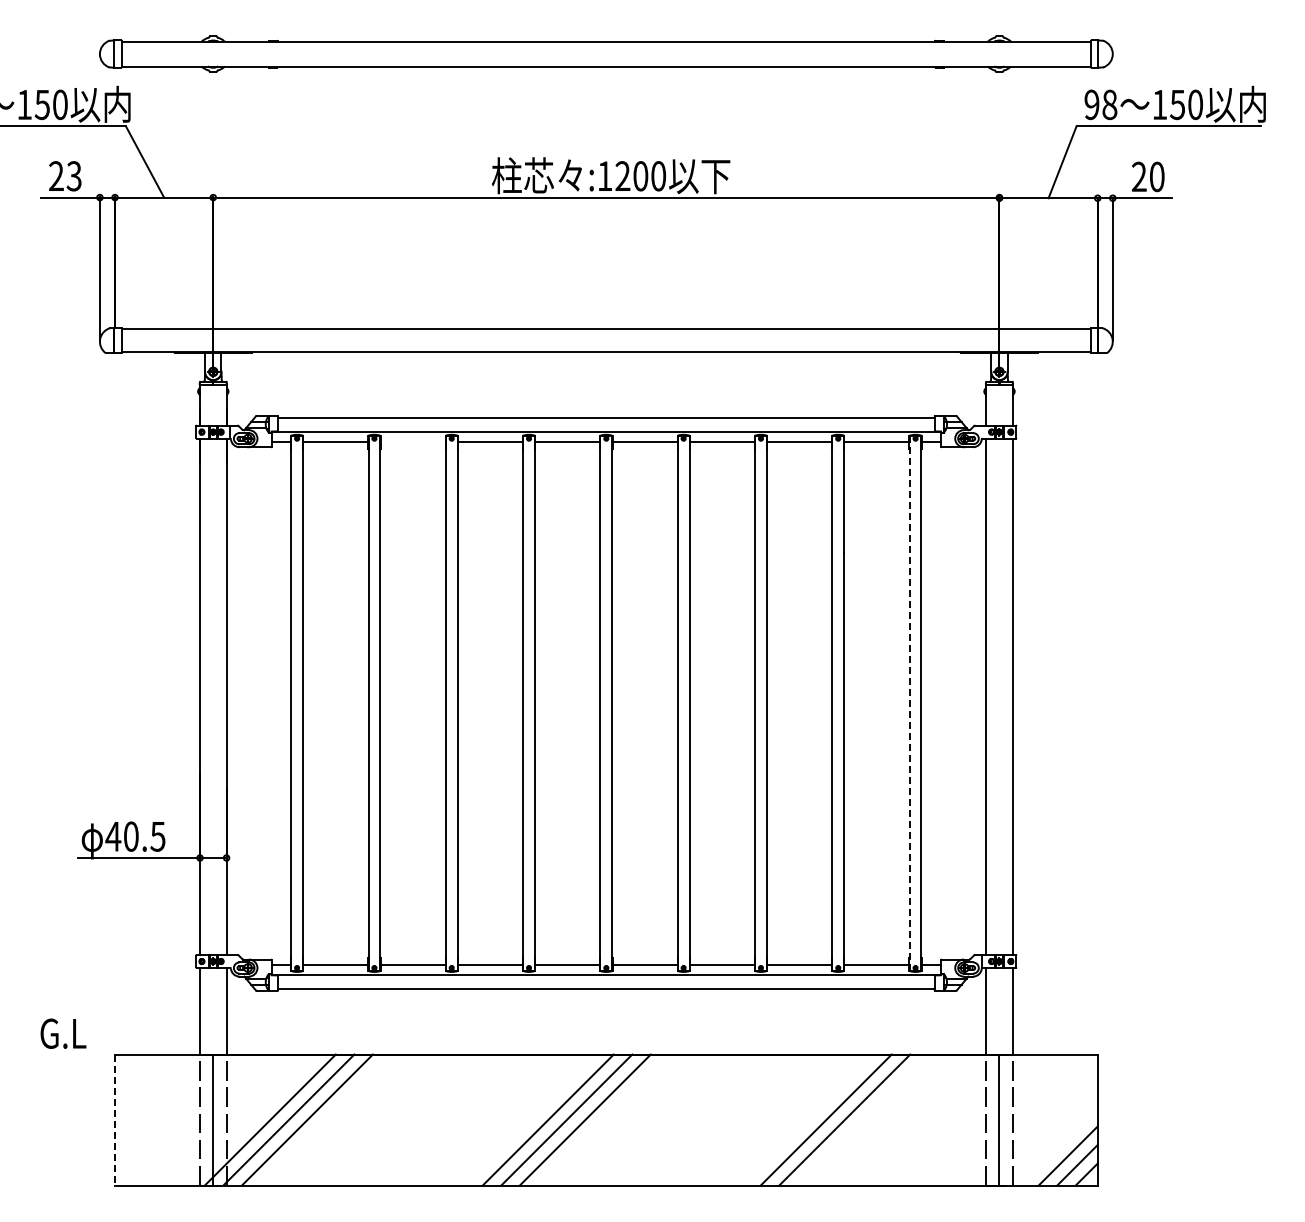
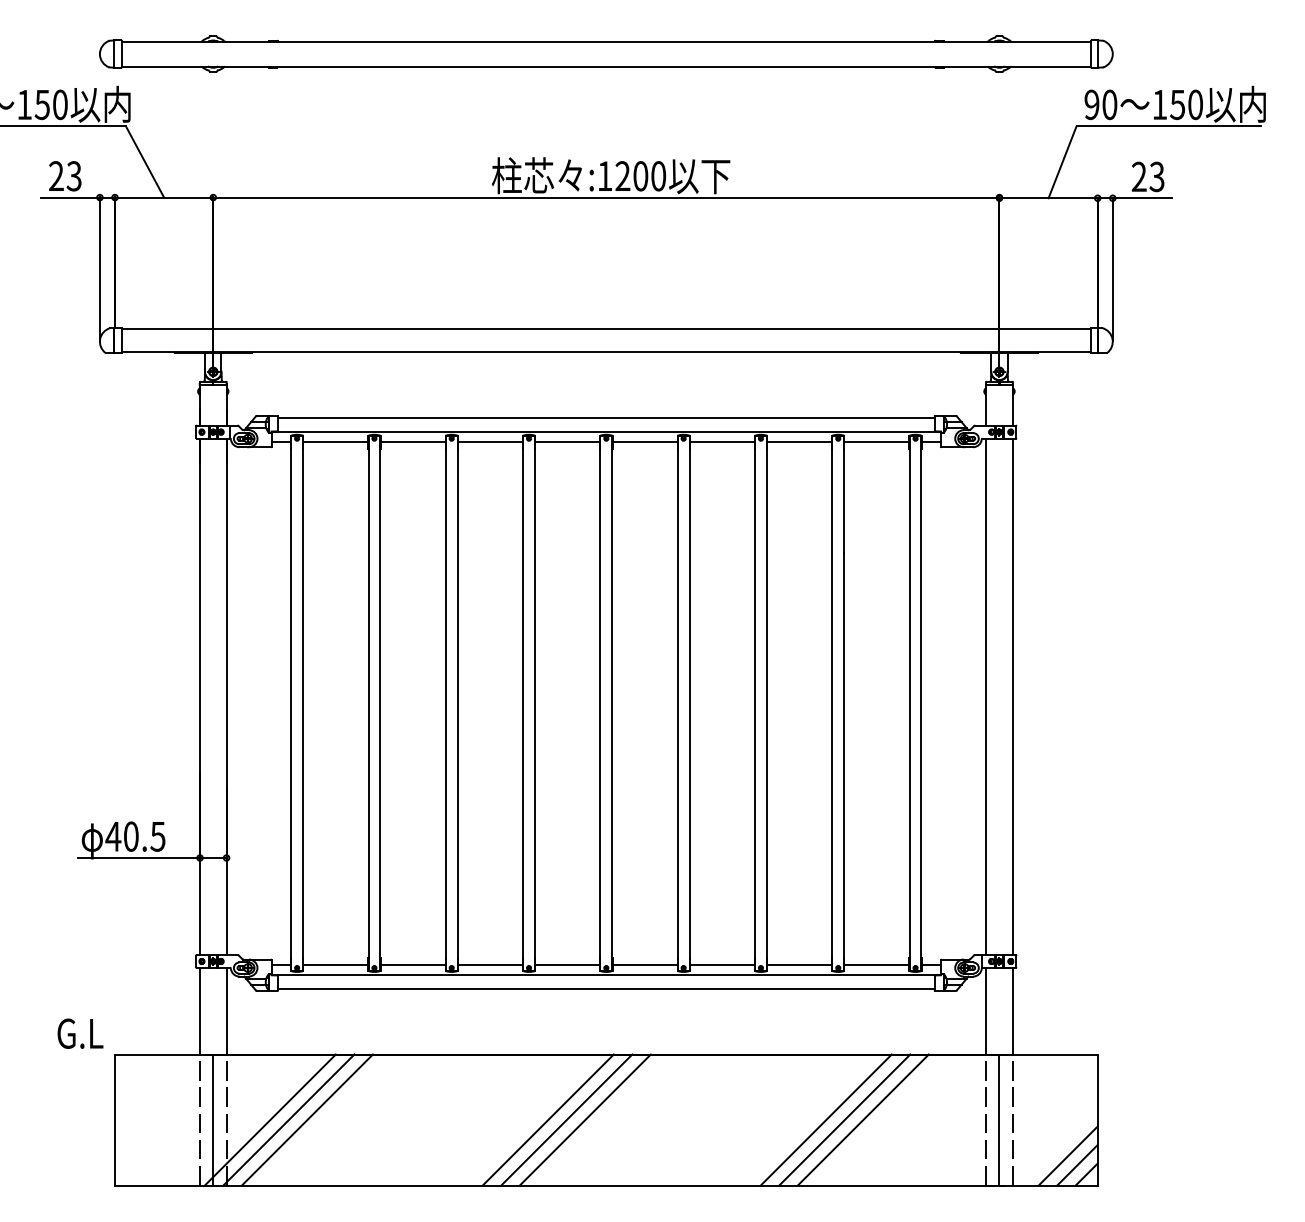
text at (1109, 104): 98 -> 90
text at (1156, 176): 20 -> 23
line at (412, 441): none -> present
line at (909, 703): dashed -> solid
text at (63, 1033) position: (63, 1033) -> (80, 1033)
line at (862, 1119): none -> present
line at (114, 1120): dashed -> solid
